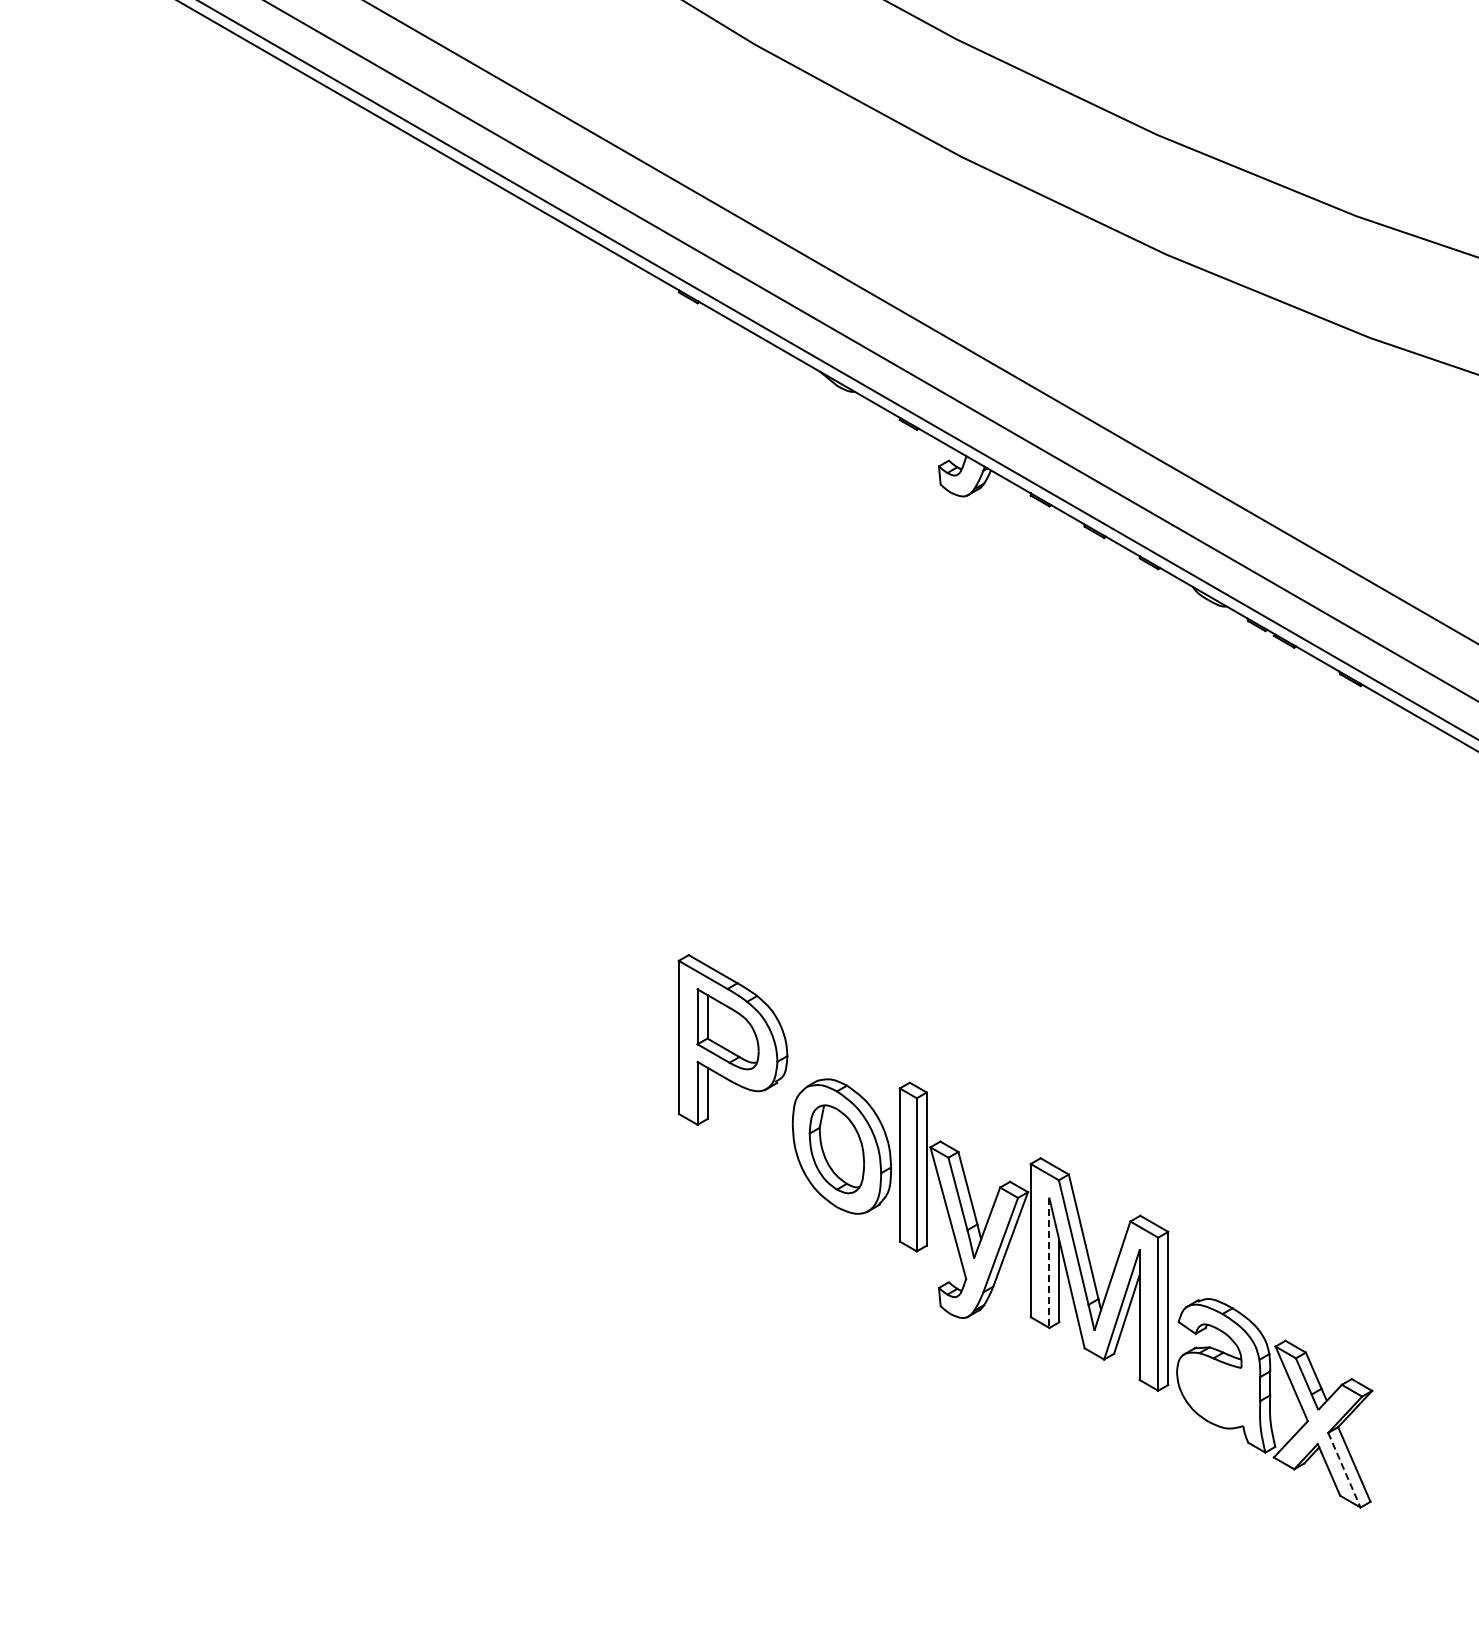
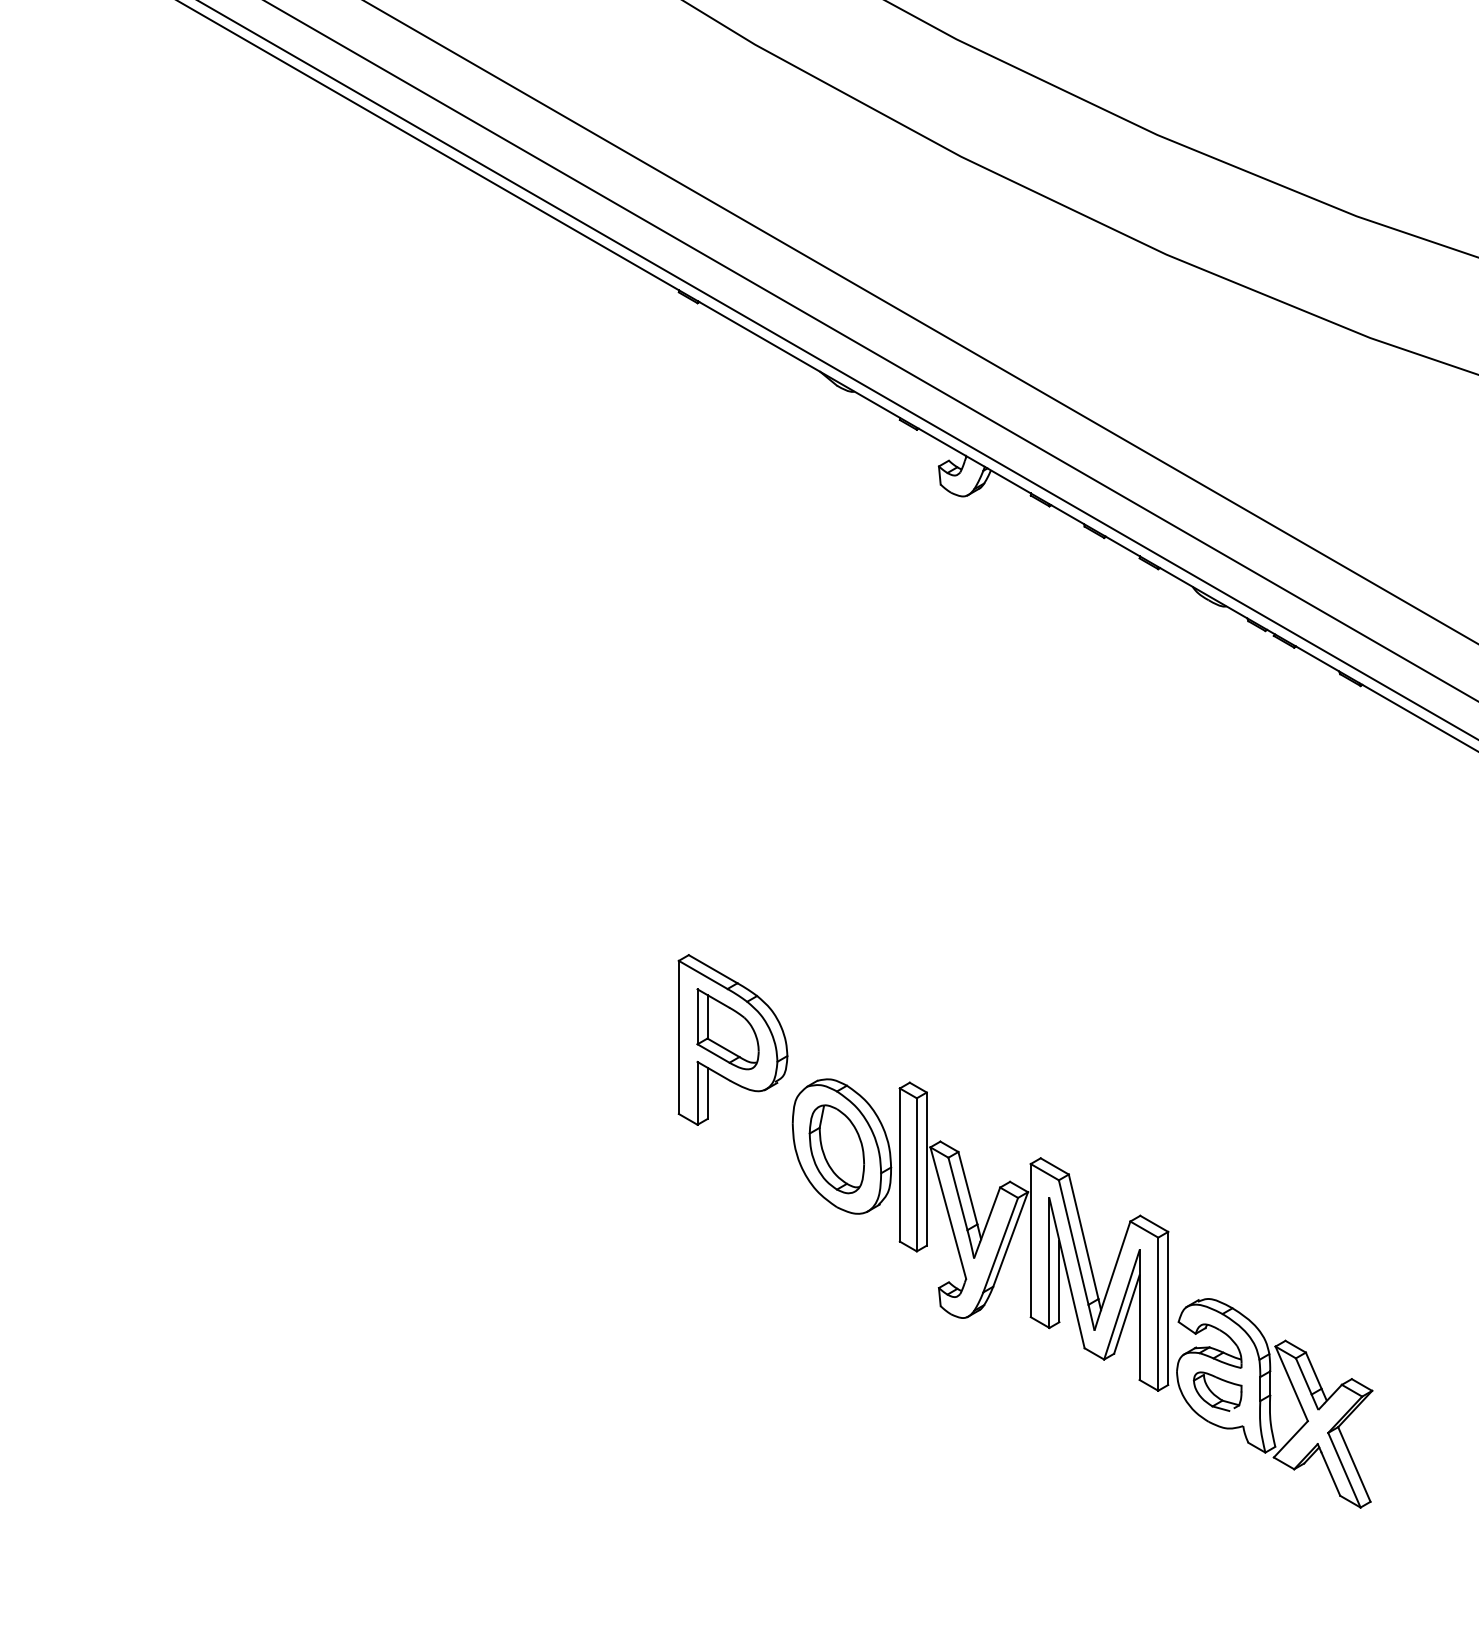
line at (1049, 1263): dashed -> solid
part at (1217, 1391): none -> present
line at (1344, 1470): dashed -> solid
